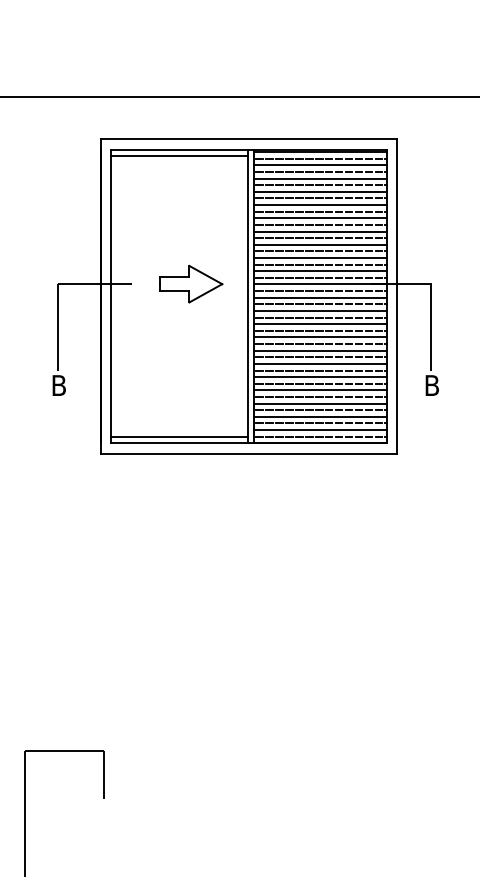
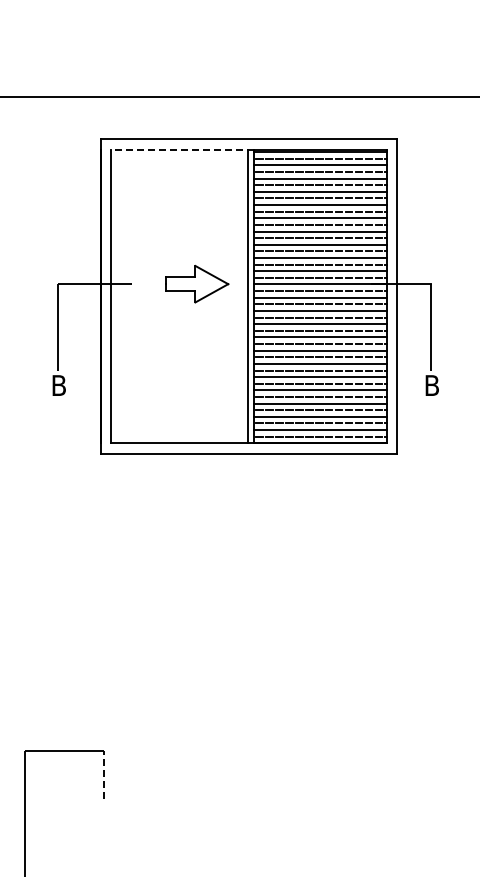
line at (182, 149): solid -> dashed
line at (179, 156): present -> none
part at (191, 283) position: (191, 283) -> (197, 283)
line at (179, 437): present -> none
line at (103, 774): solid -> dashed
